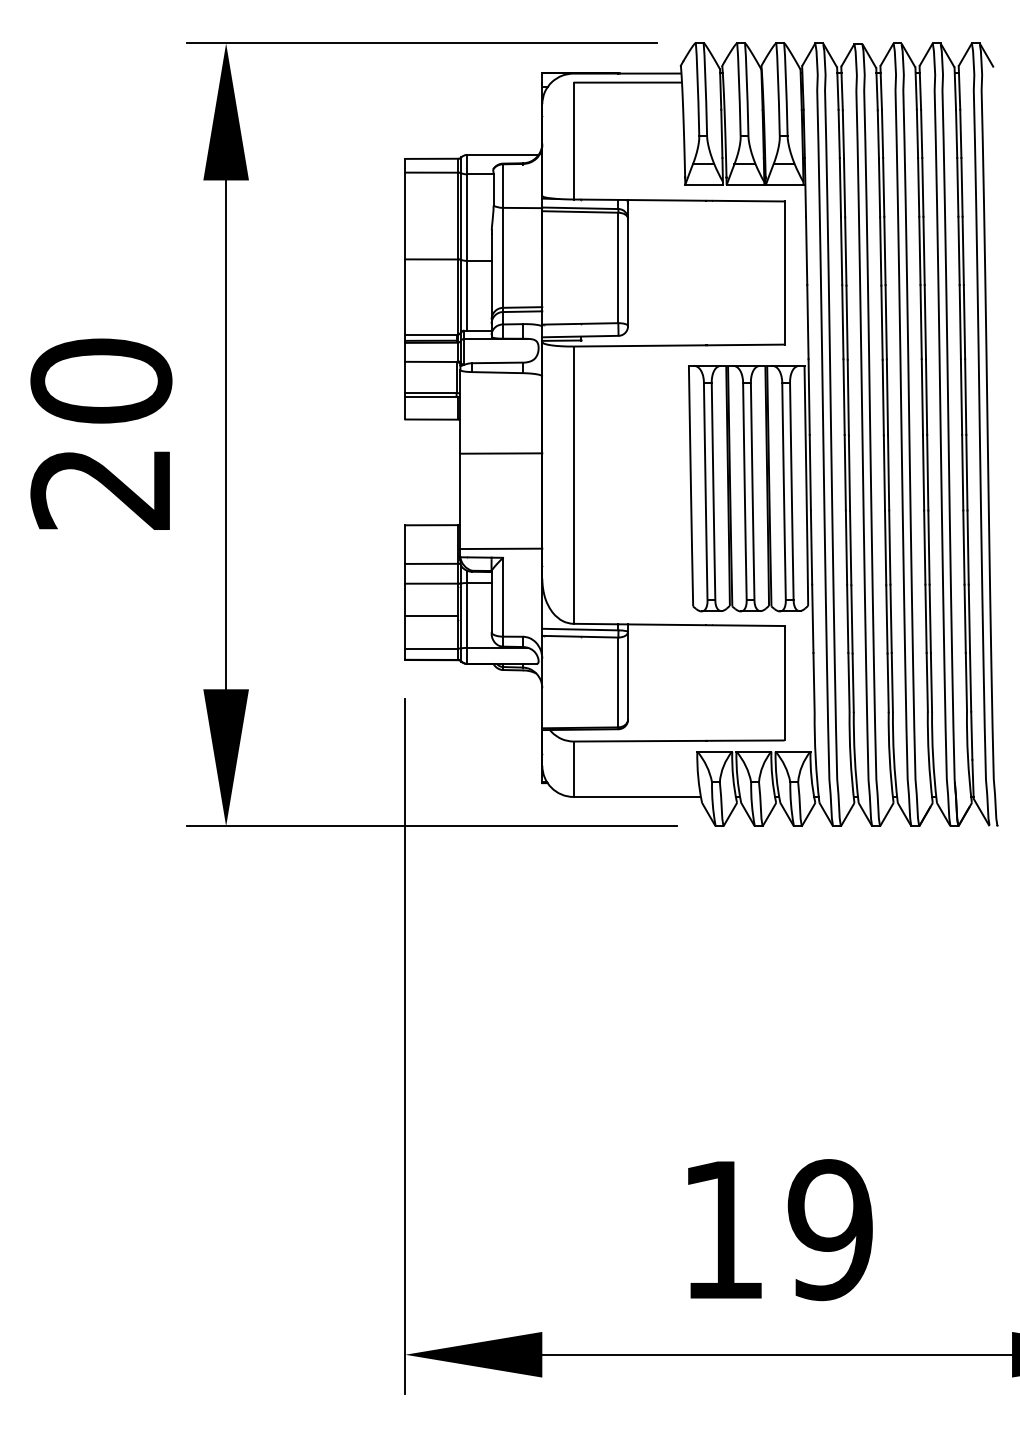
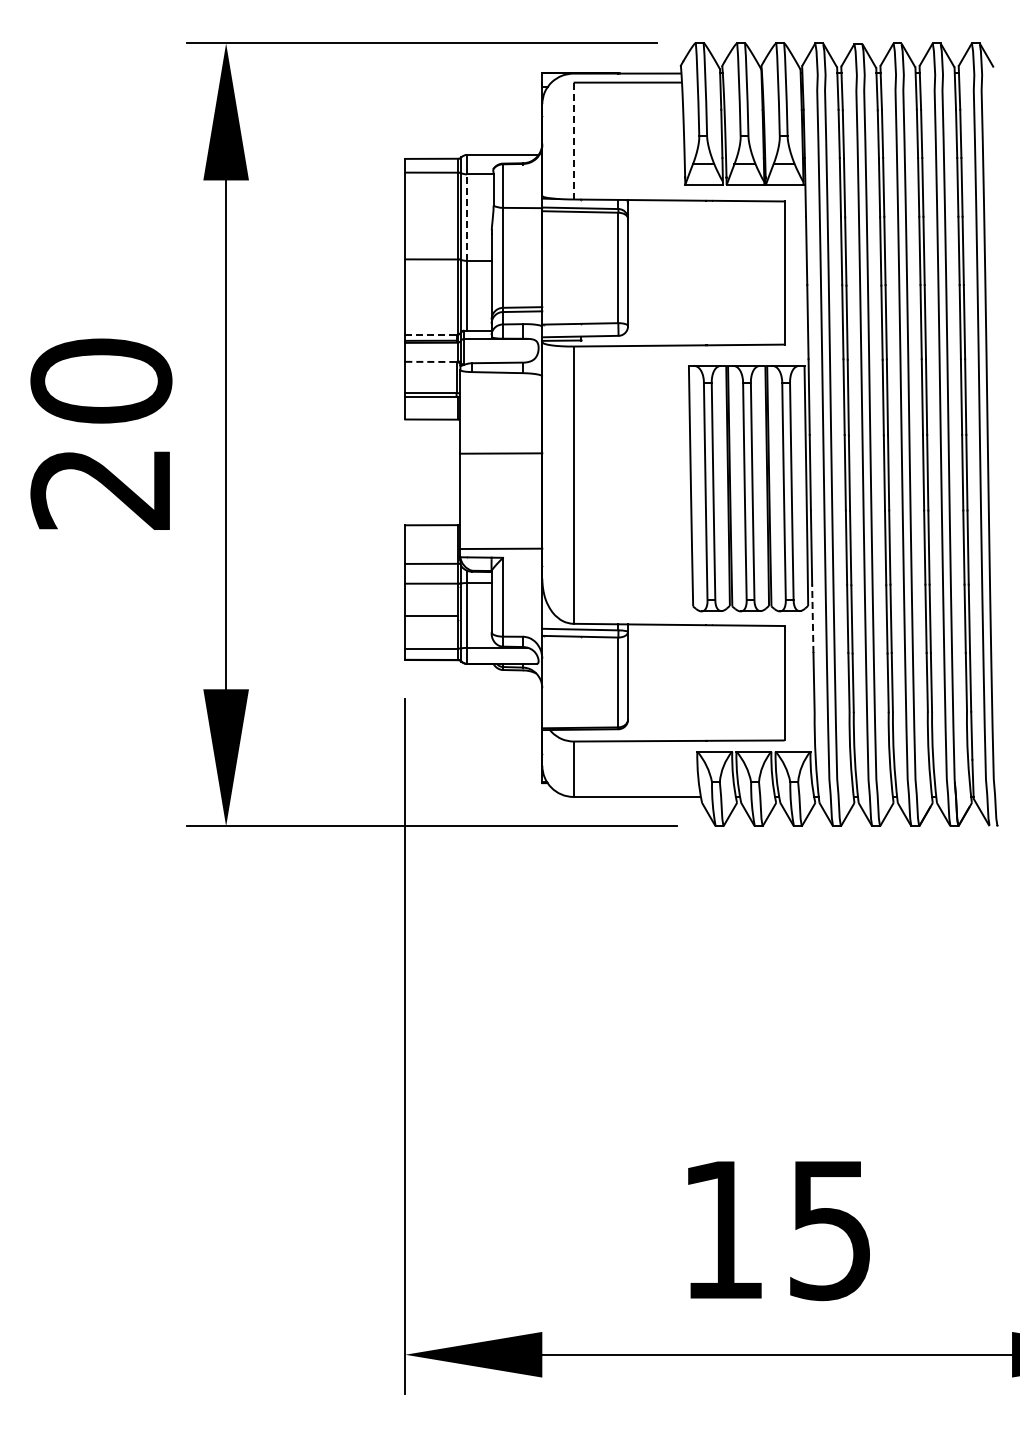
line at (573, 141): solid -> dashed
line at (467, 217): solid -> dashed
line at (430, 334): solid -> dashed
line at (431, 361): solid -> dashed
line at (812, 618): solid -> dashed
text at (829, 1229): 19 -> 15
